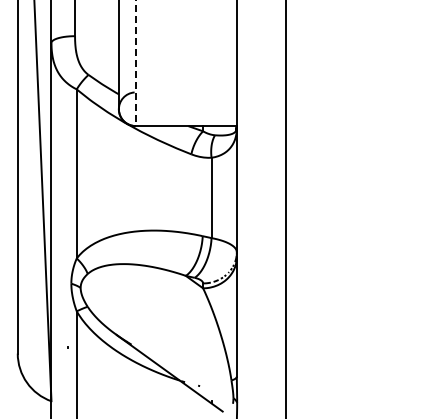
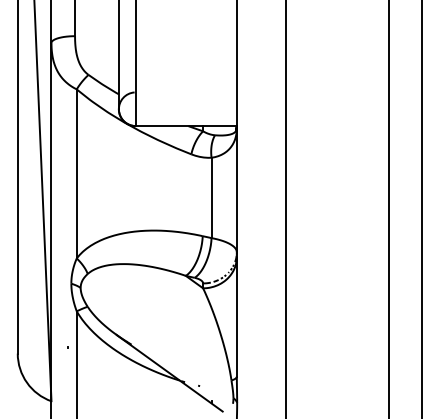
line at (135, 63): dashed -> solid
line at (388, 208): none -> present
line at (422, 208): none -> present
